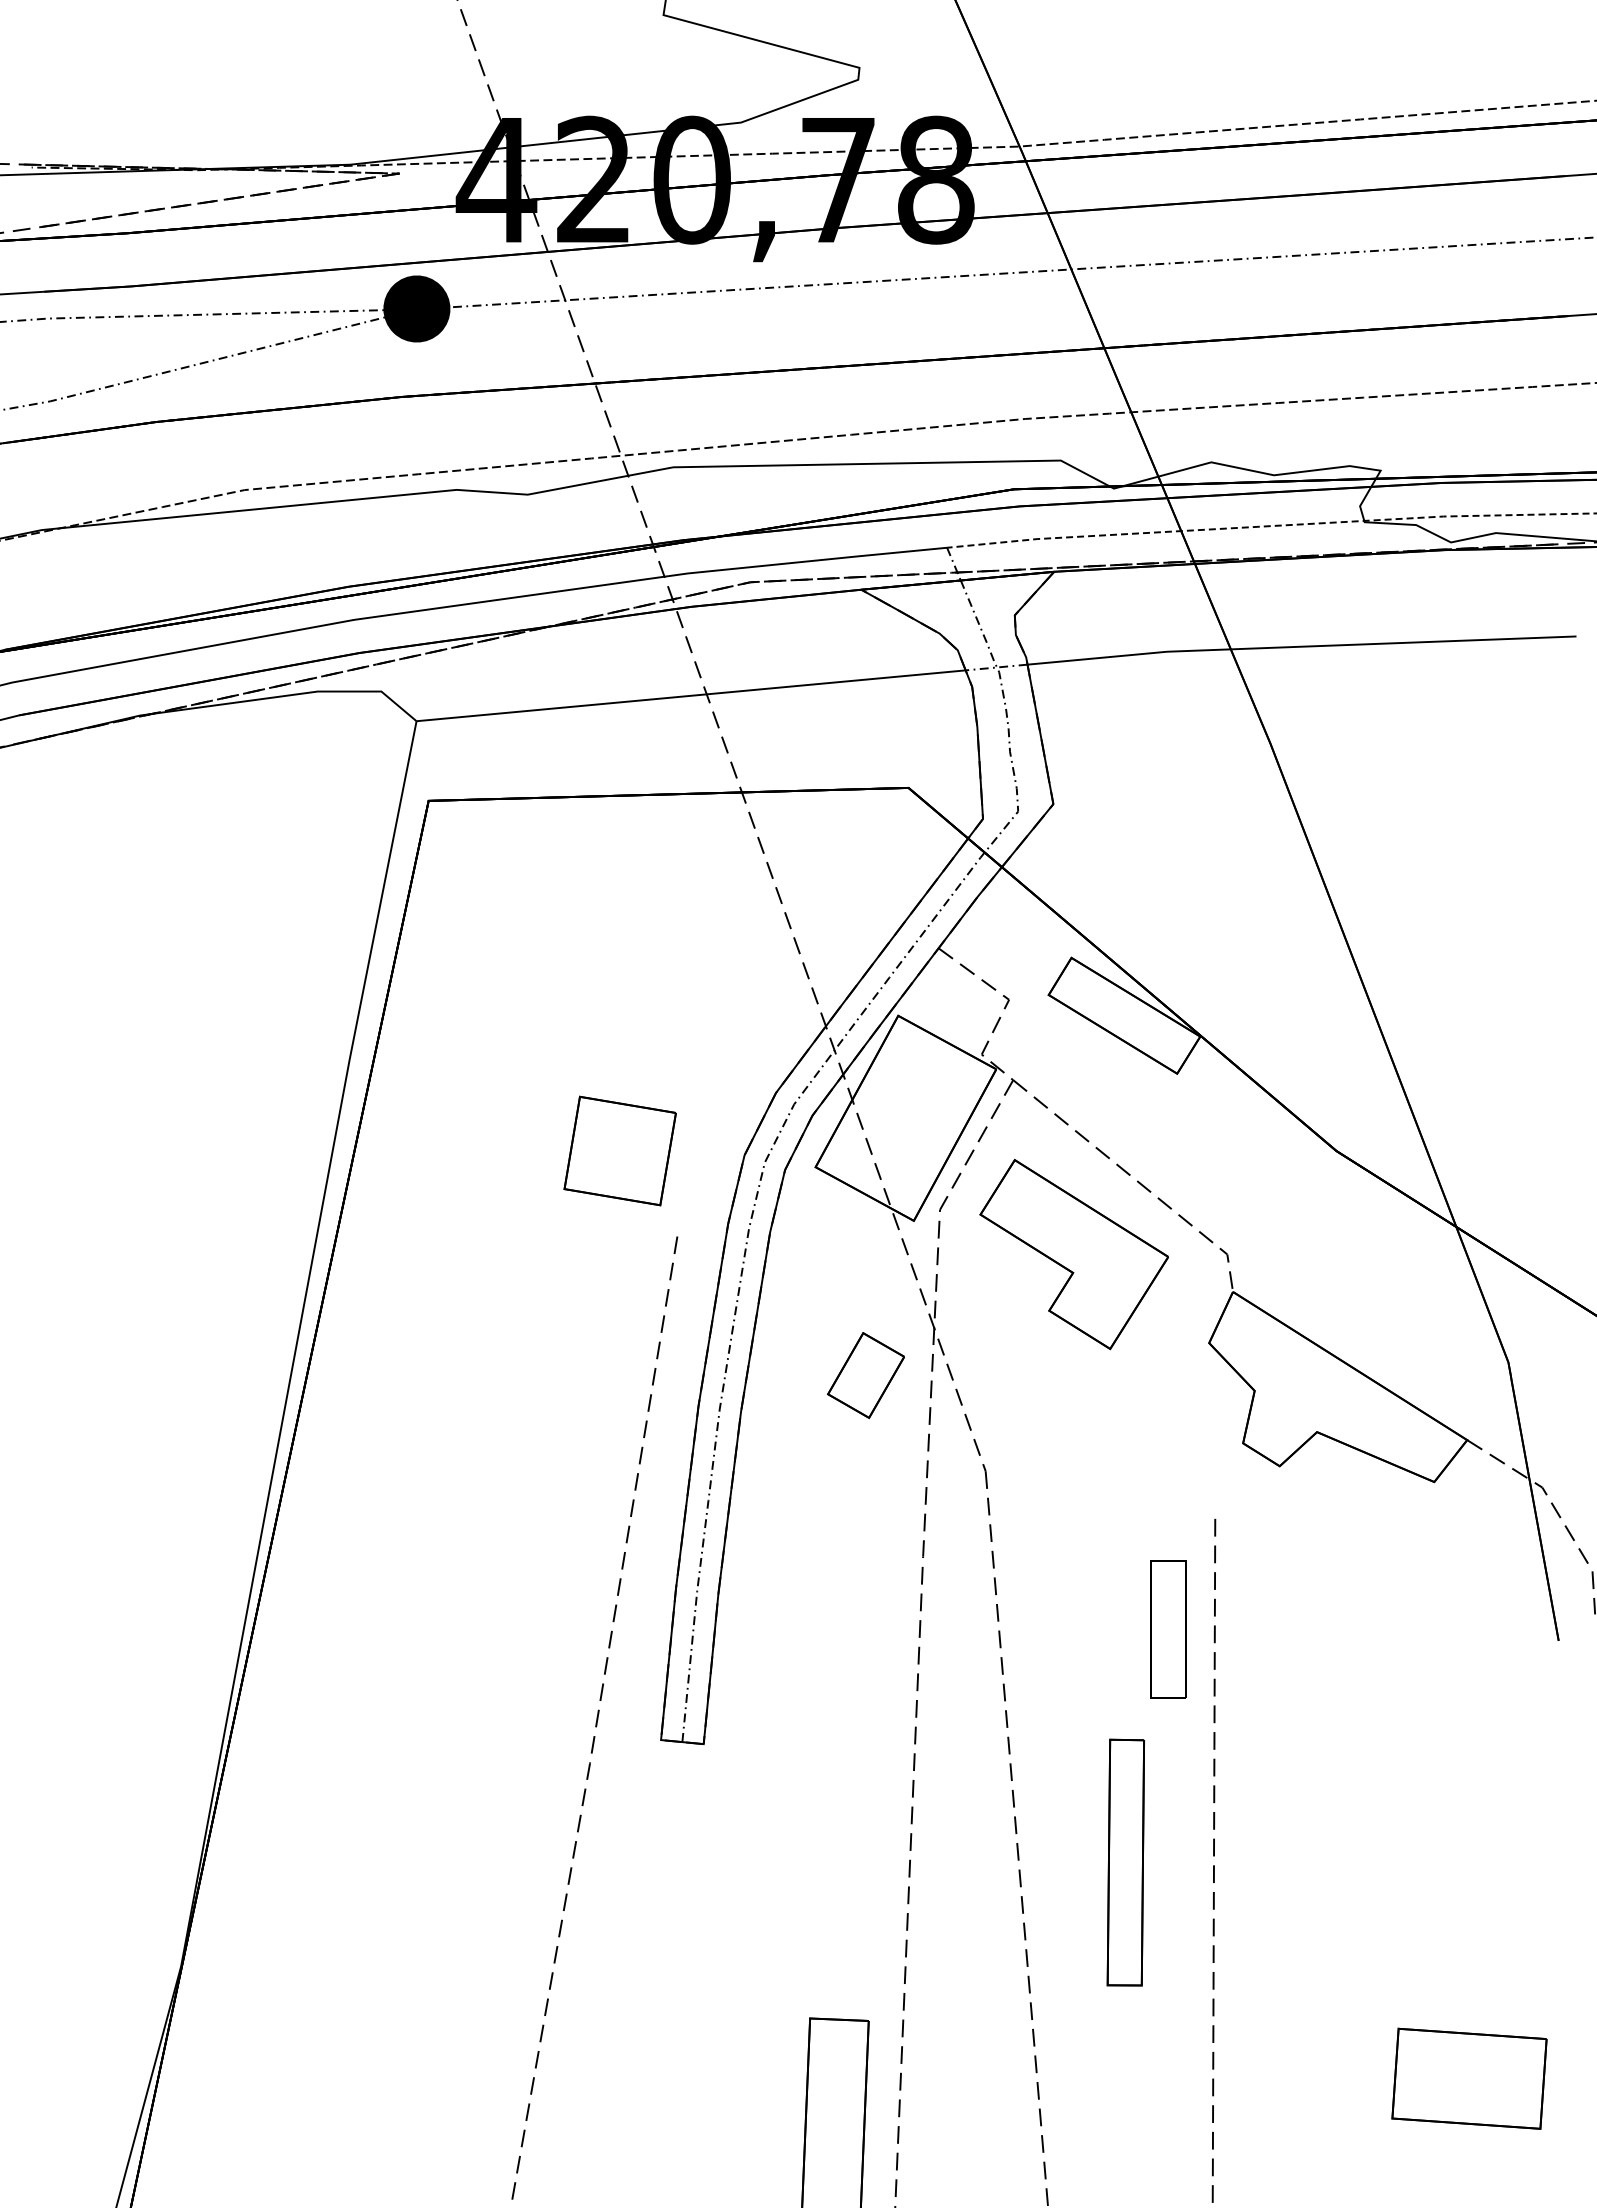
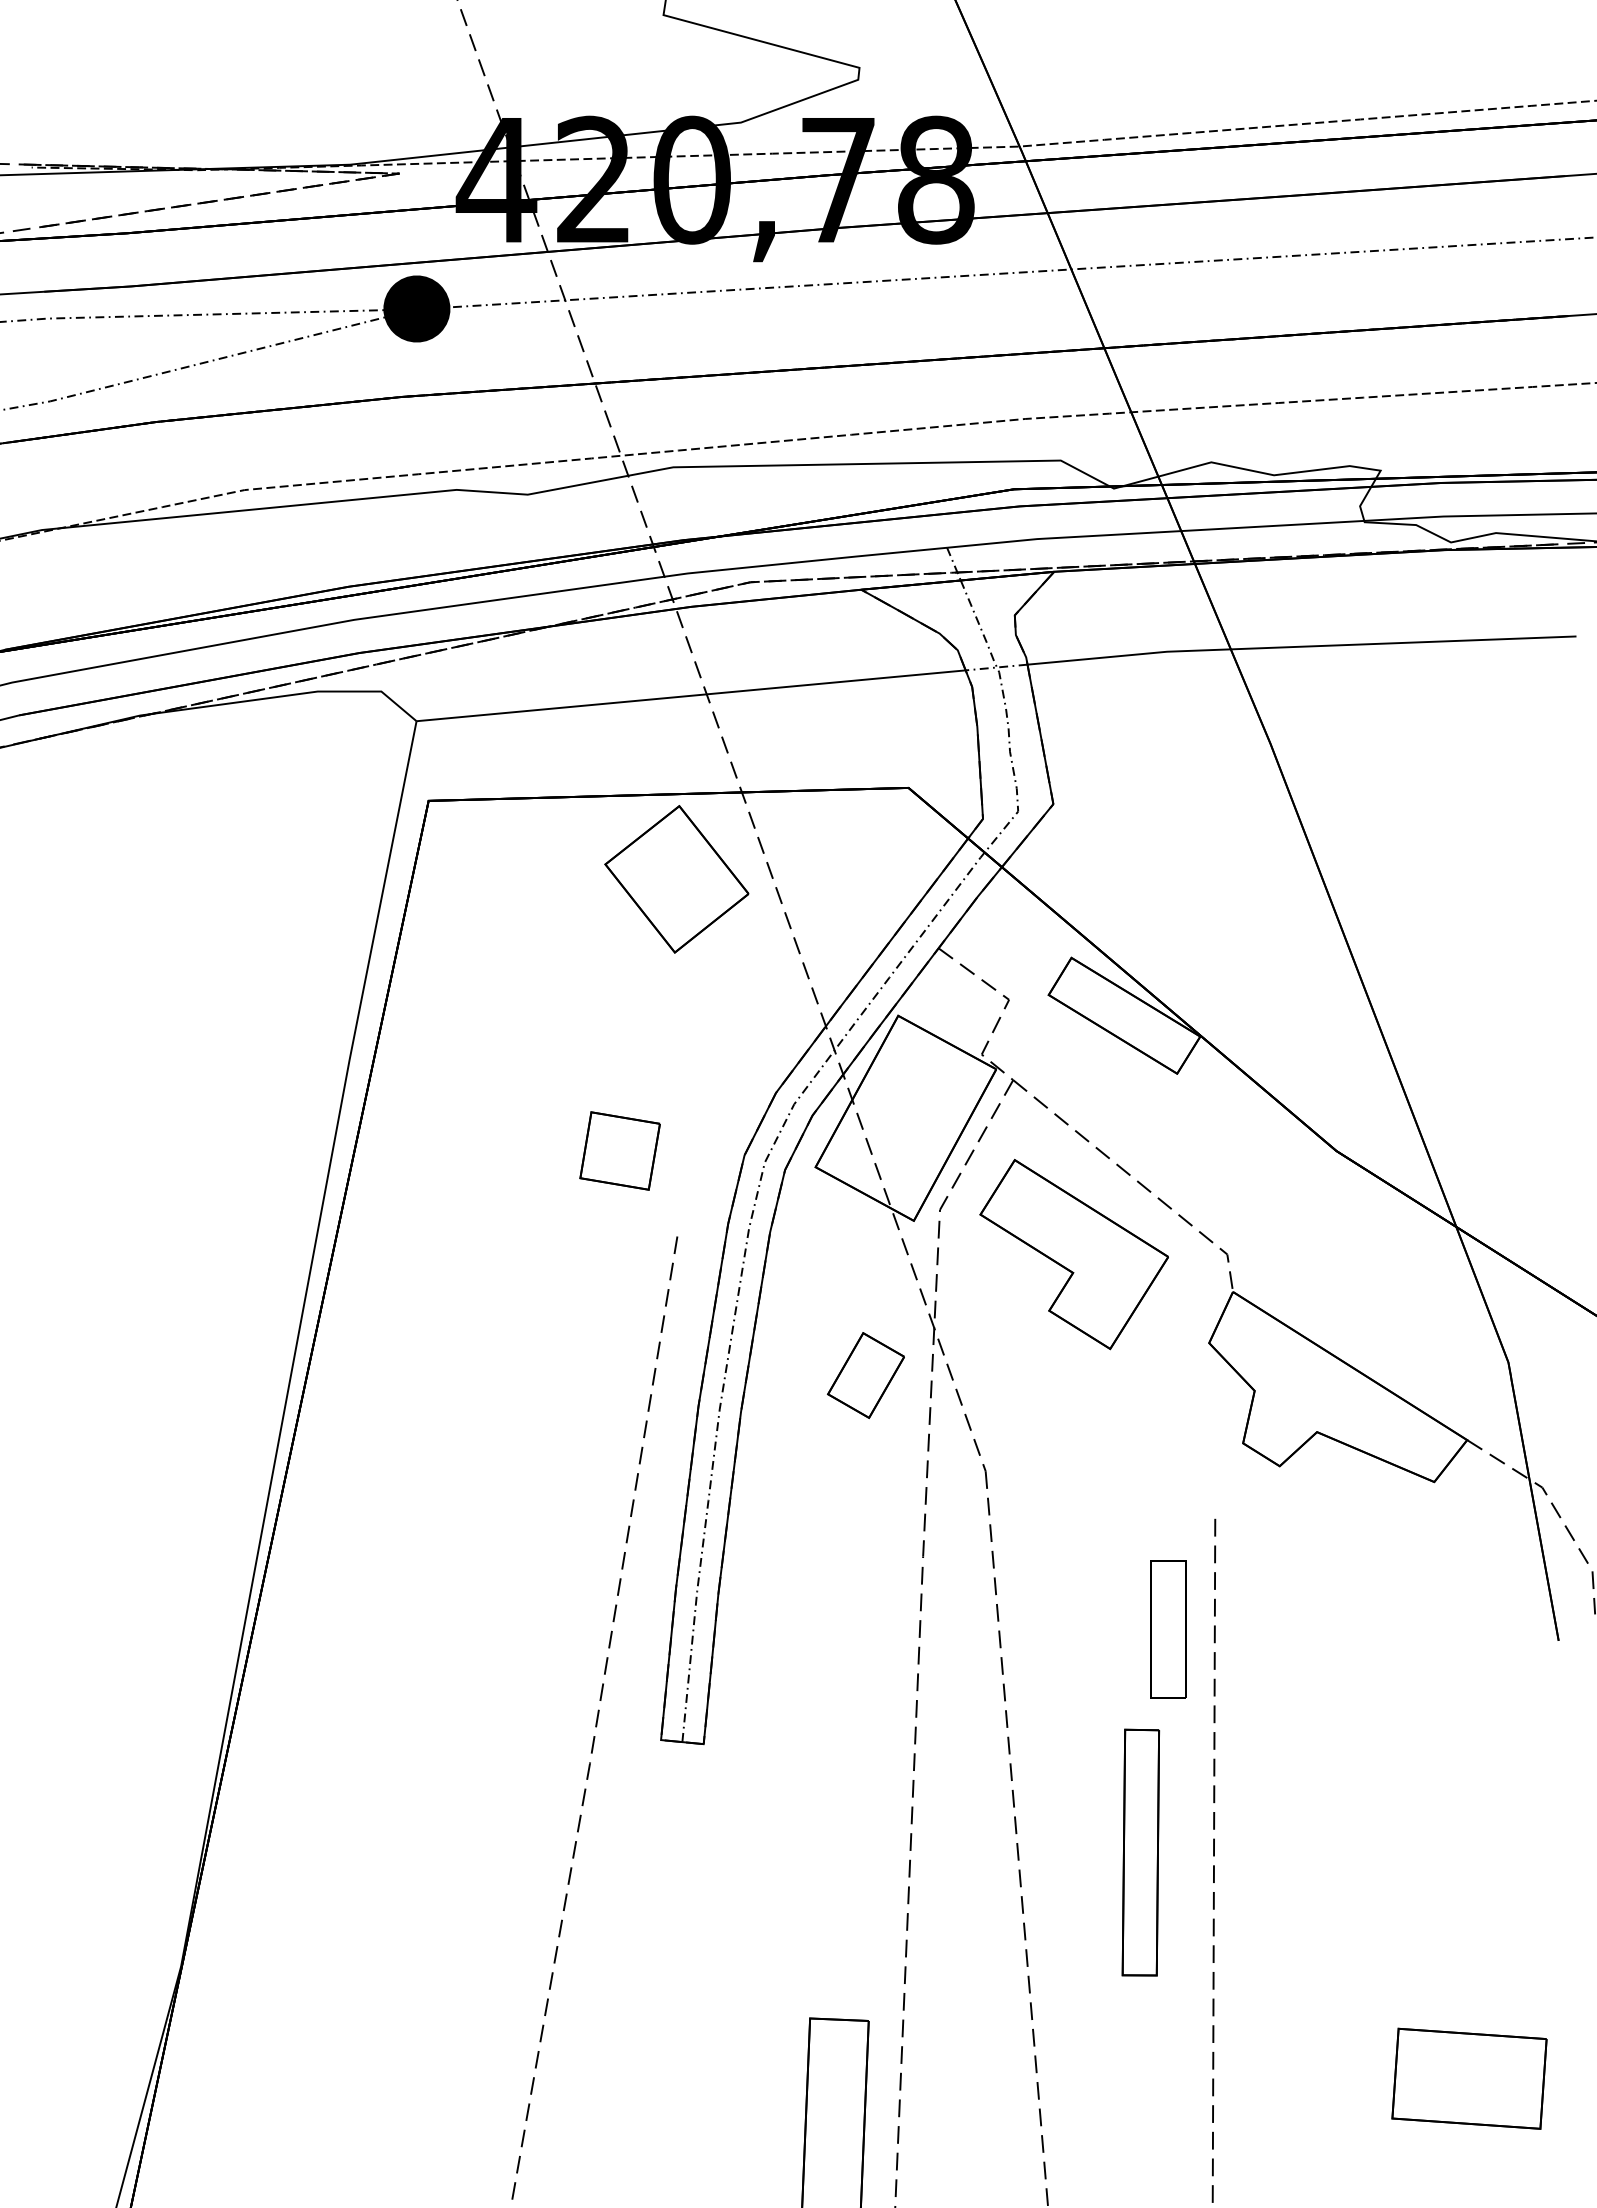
line at (1270, 526): dashed -> solid
part at (676, 879): none -> present
part at (619, 1150) size: 114x112 px -> 82x80 px
part at (1125, 1862) position: (1125, 1862) -> (1140, 1852)
